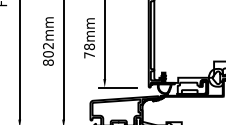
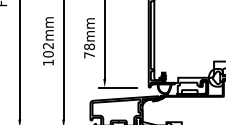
text at (48, 62): 802mm -> 102mm
